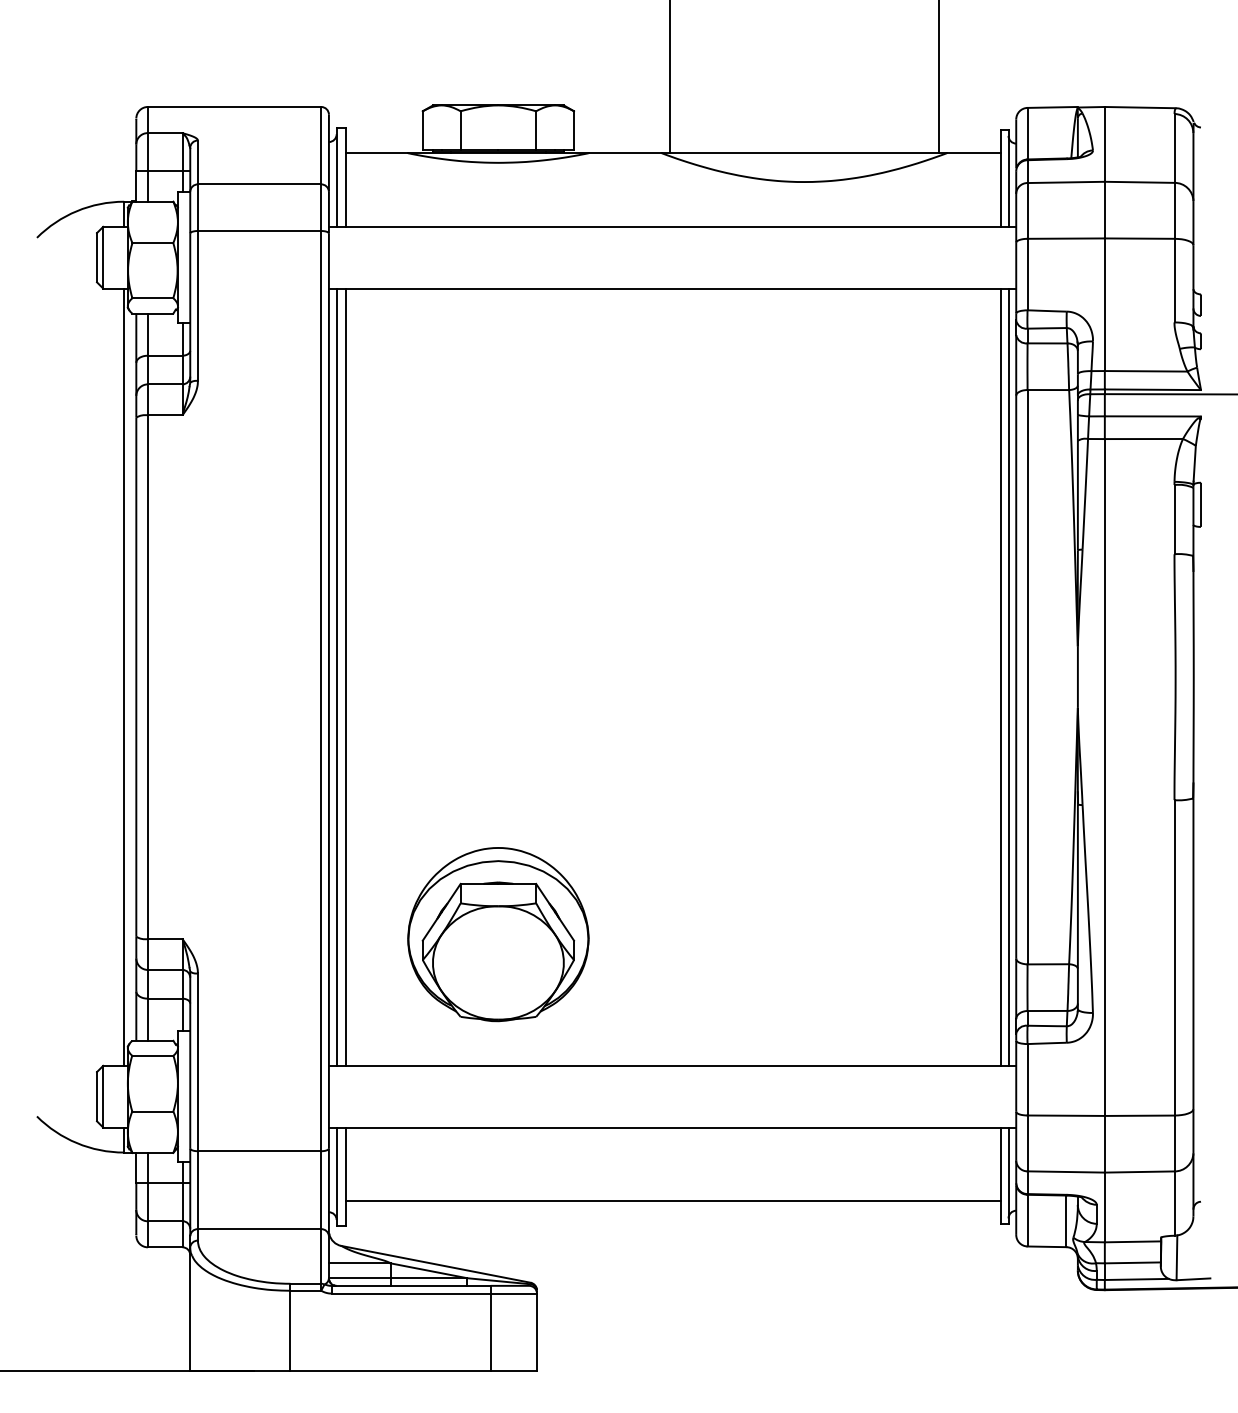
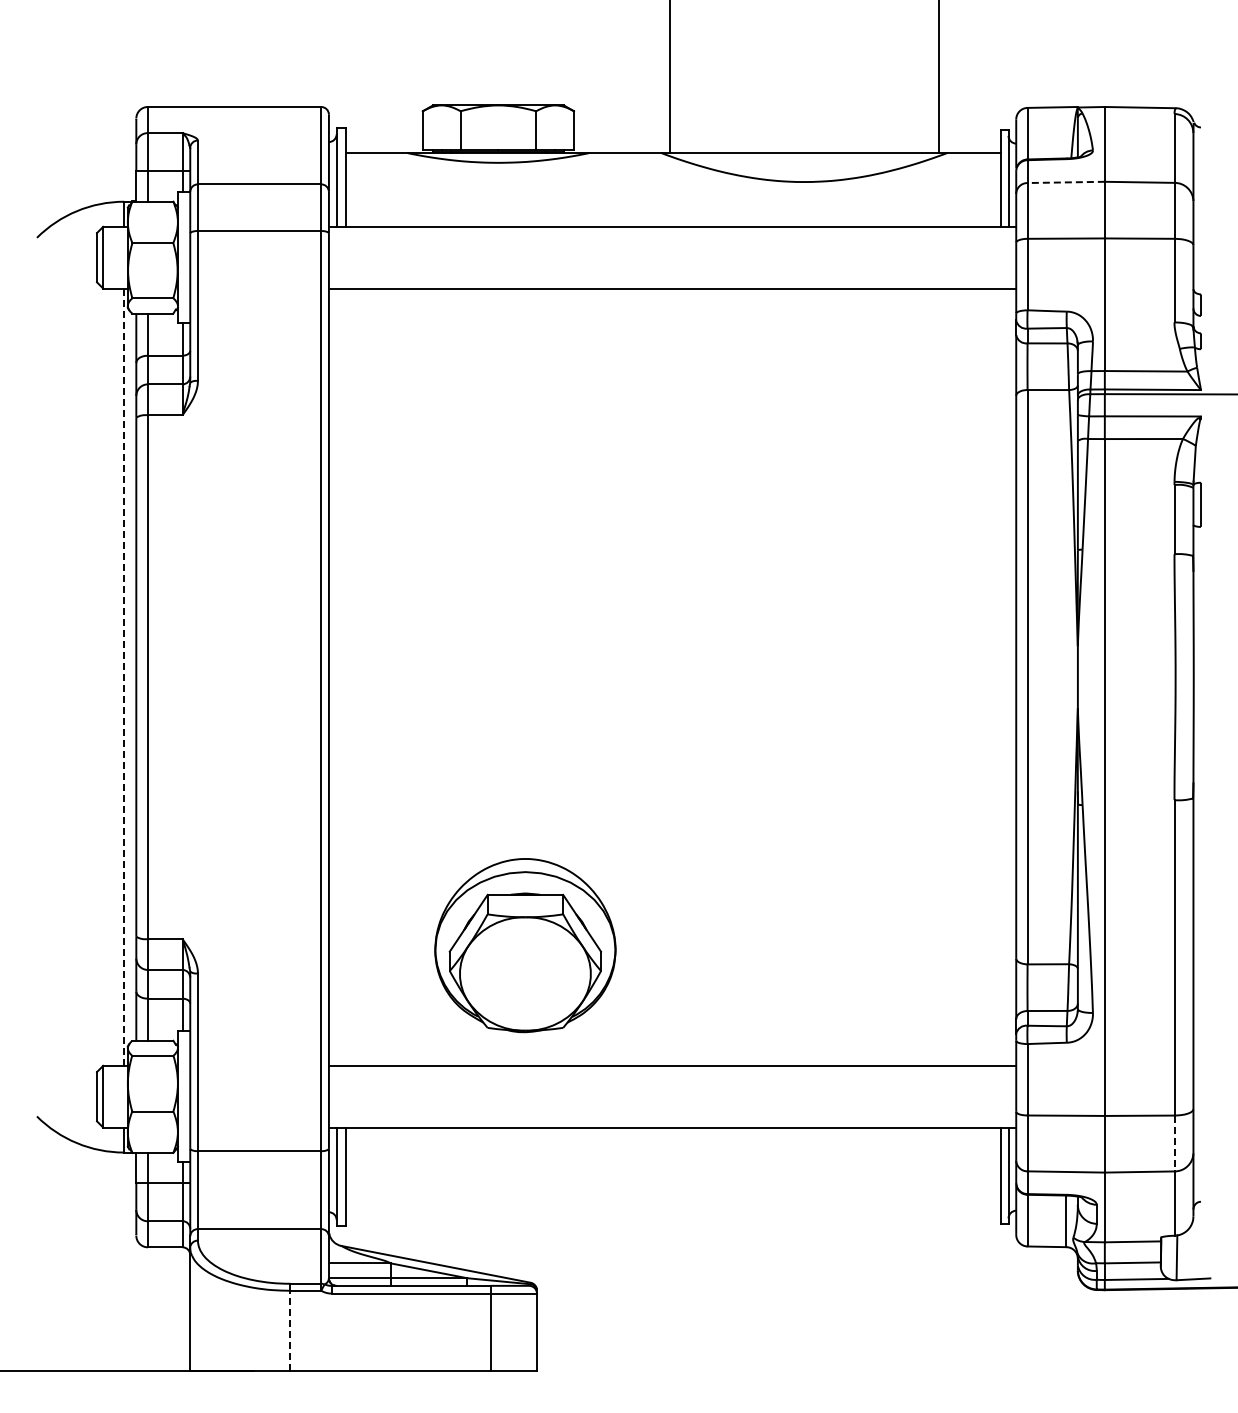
line at (1066, 182): solid -> dashed
line at (336, 676): present -> none
line at (345, 676): present -> none
line at (1000, 676): present -> none
line at (1008, 676): present -> none
line at (124, 677): solid -> dashed
part at (498, 934) position: (498, 934) -> (525, 945)
line at (1174, 1143): solid -> dashed
line at (672, 1201): present -> none
line at (290, 1330): solid -> dashed
